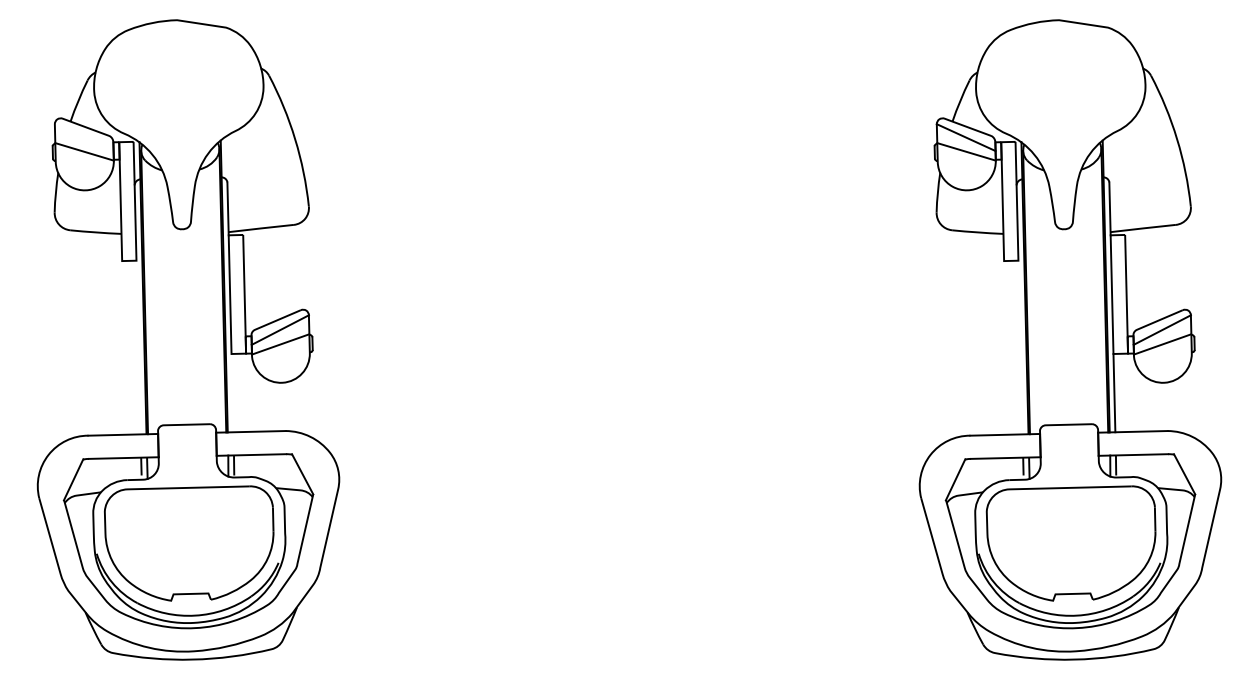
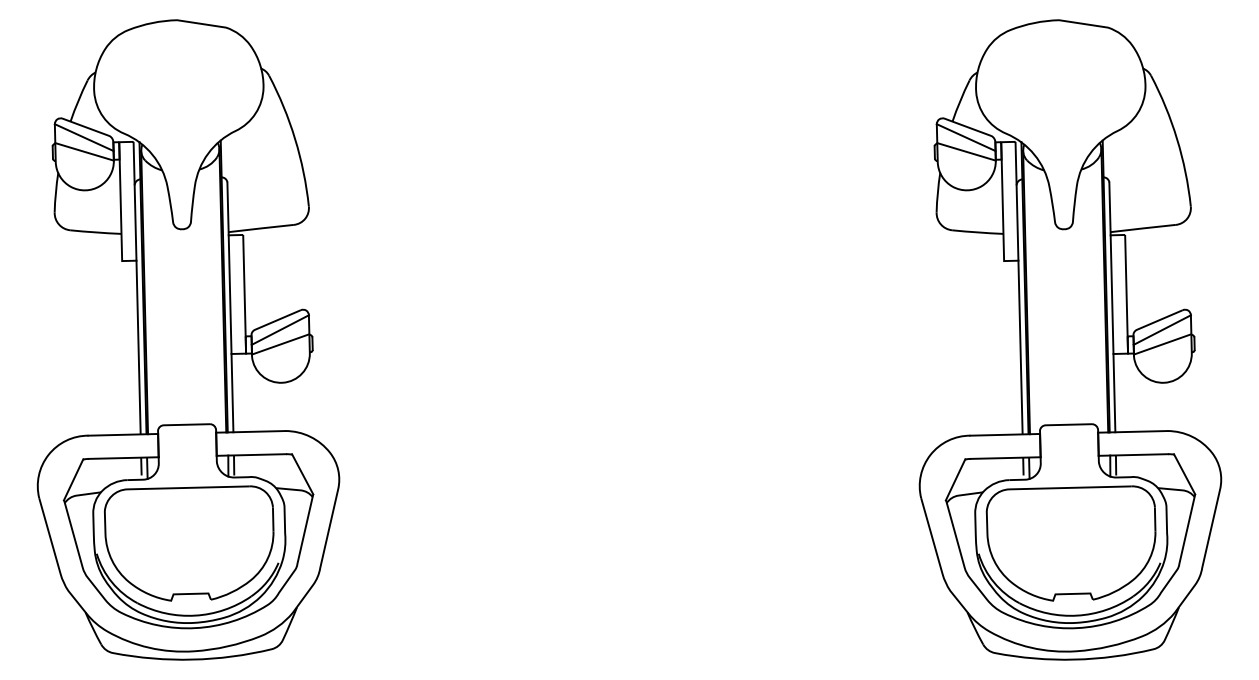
line at (83, 137): none -> present
line at (138, 346): none -> present
line at (1020, 346): none -> present
line at (232, 393): none -> present
